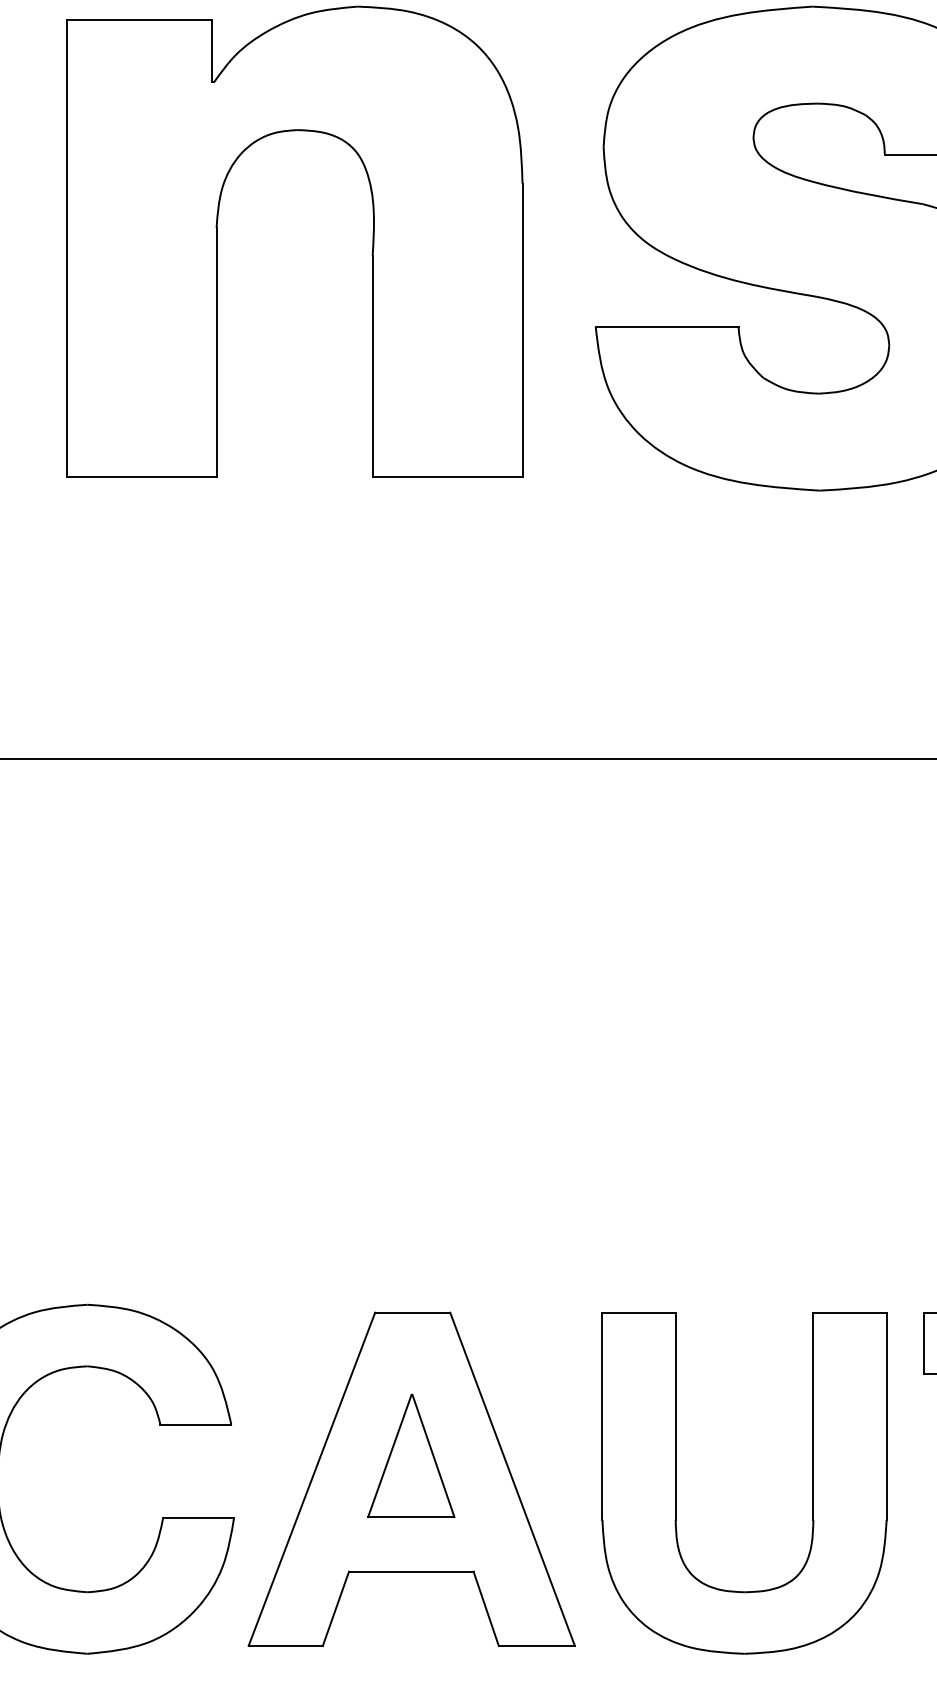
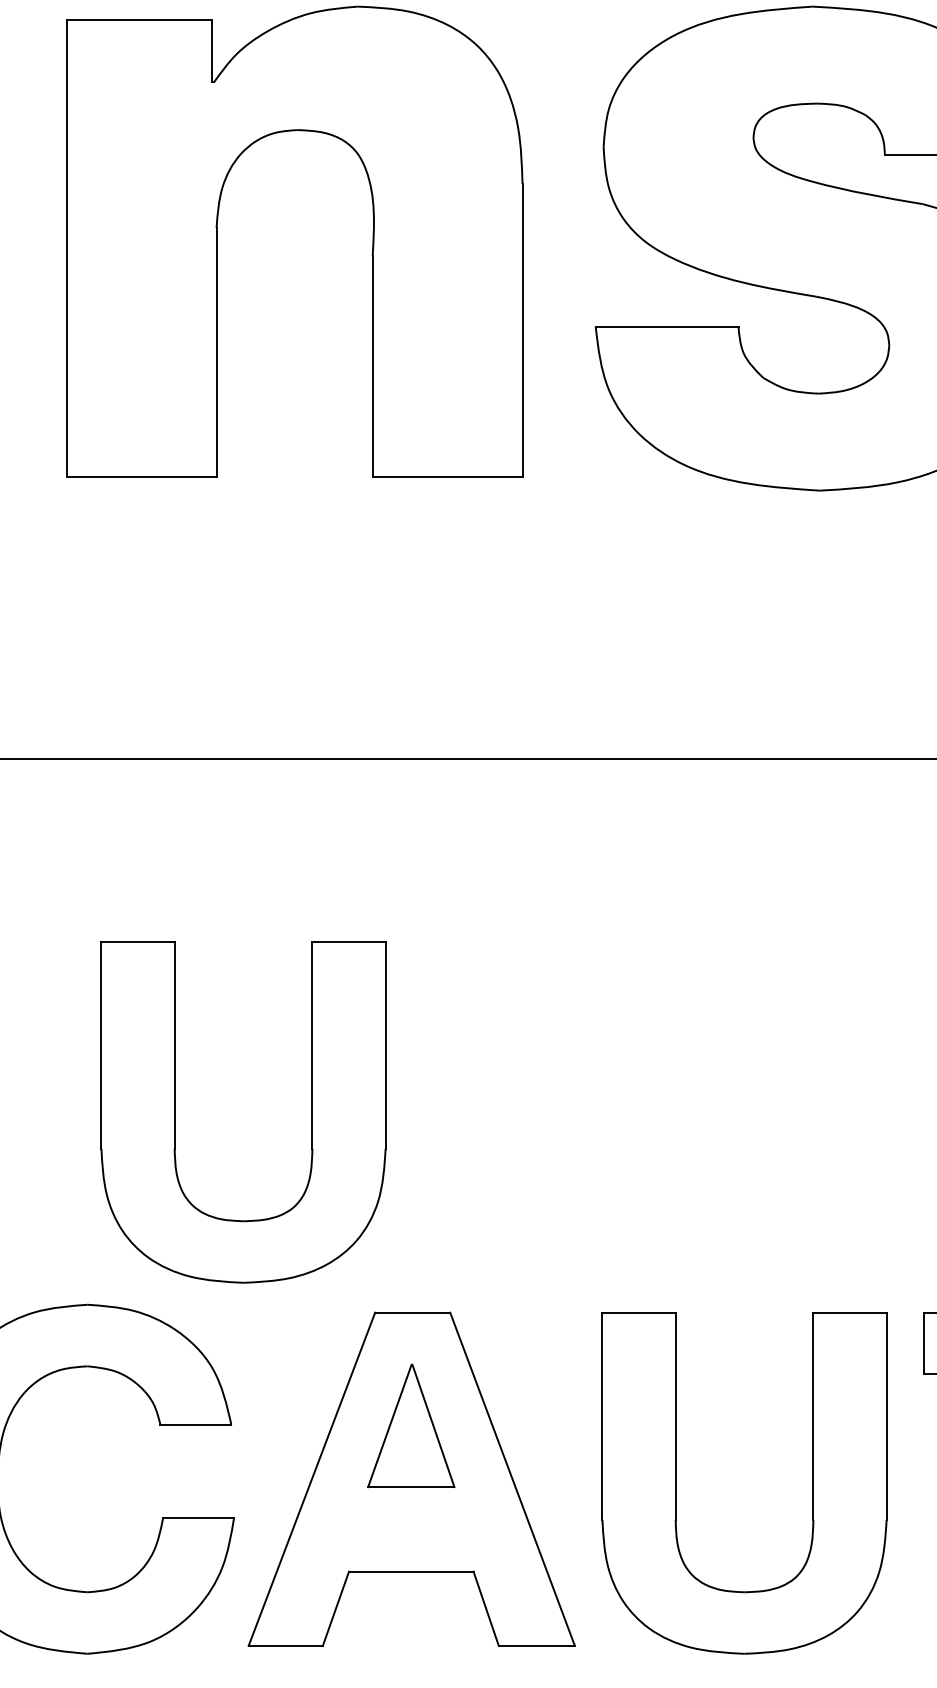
part at (175, 1112): none -> present
part at (411, 1455) position: (411, 1455) -> (411, 1425)
